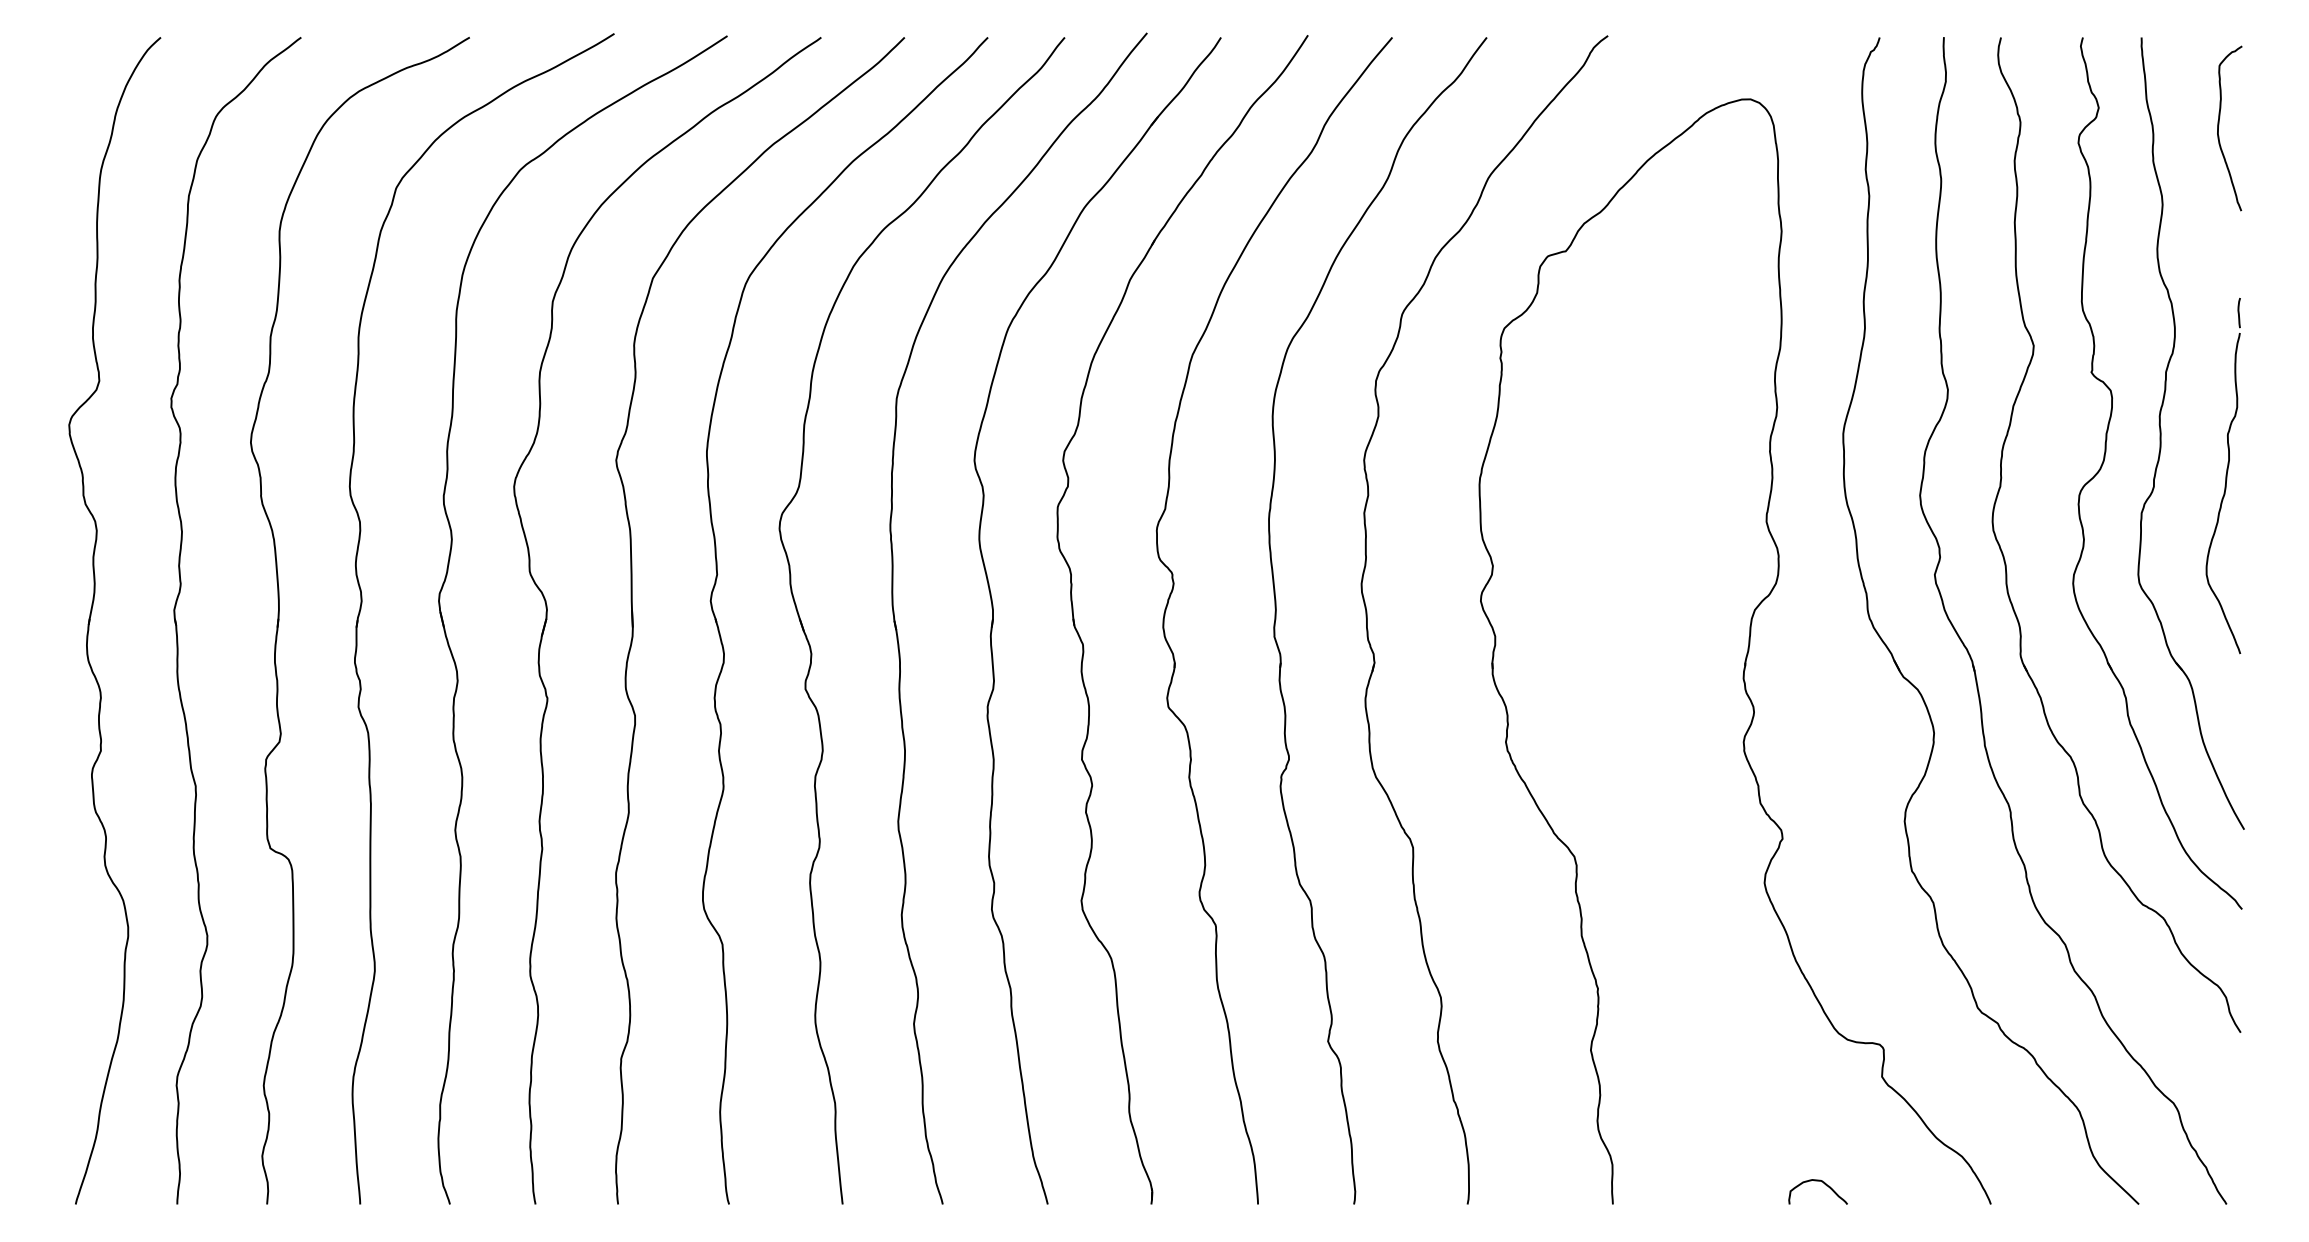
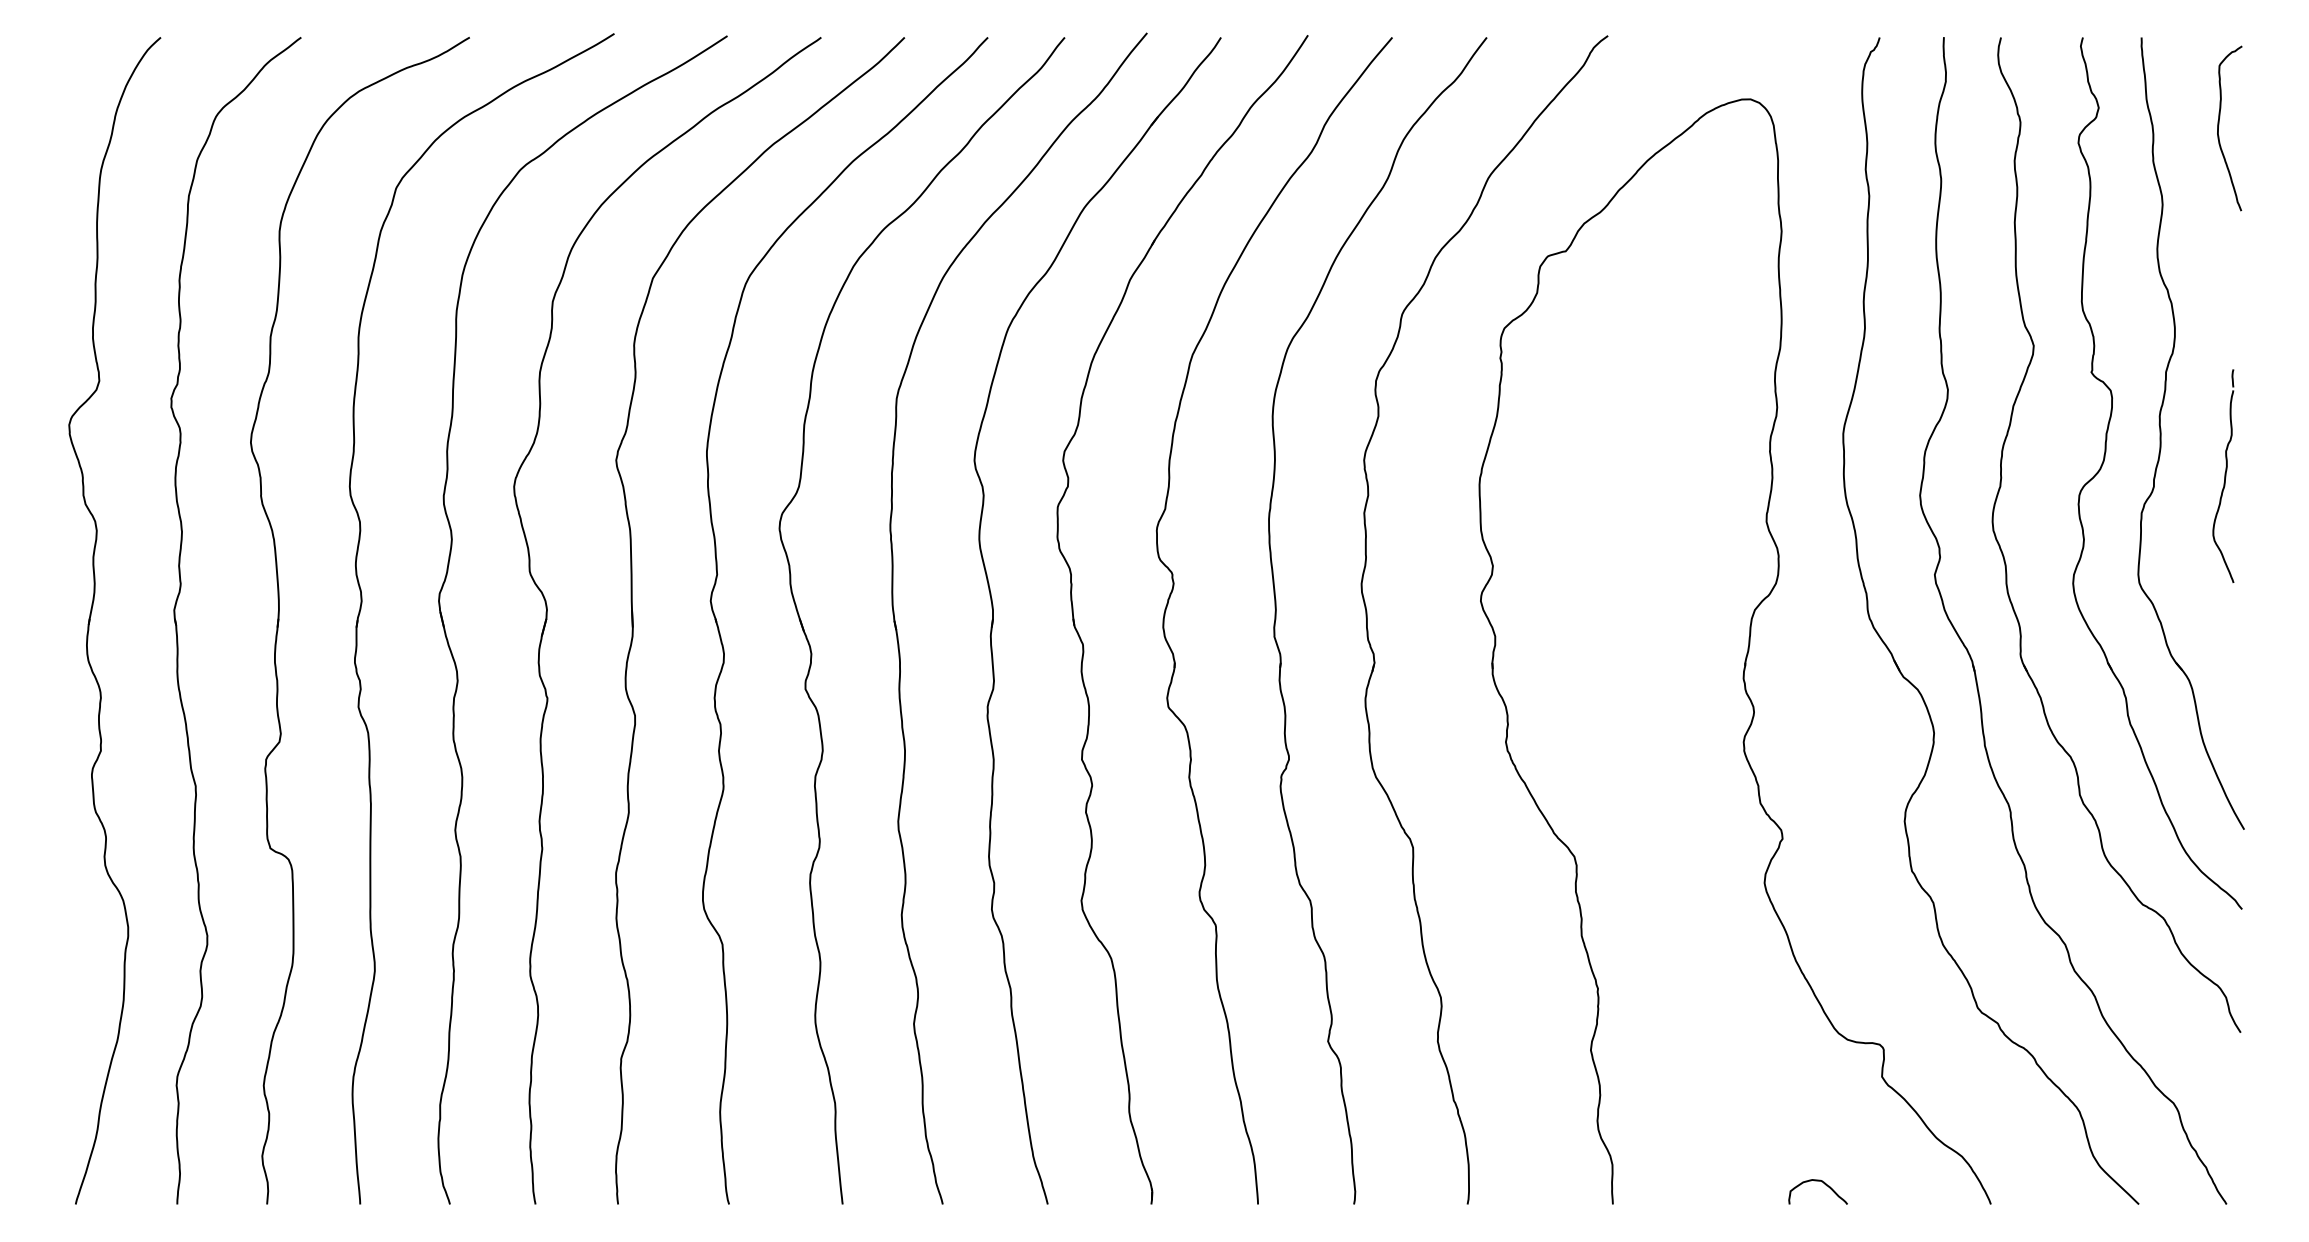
part at (2223, 476) size: 37x357 px -> 23x214 px
